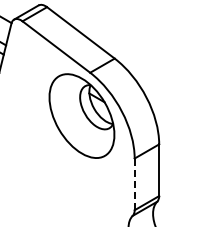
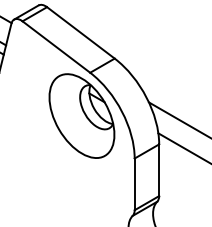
line at (178, 119): none -> present
line at (183, 147): none -> present
line at (134, 184): dashed -> solid
